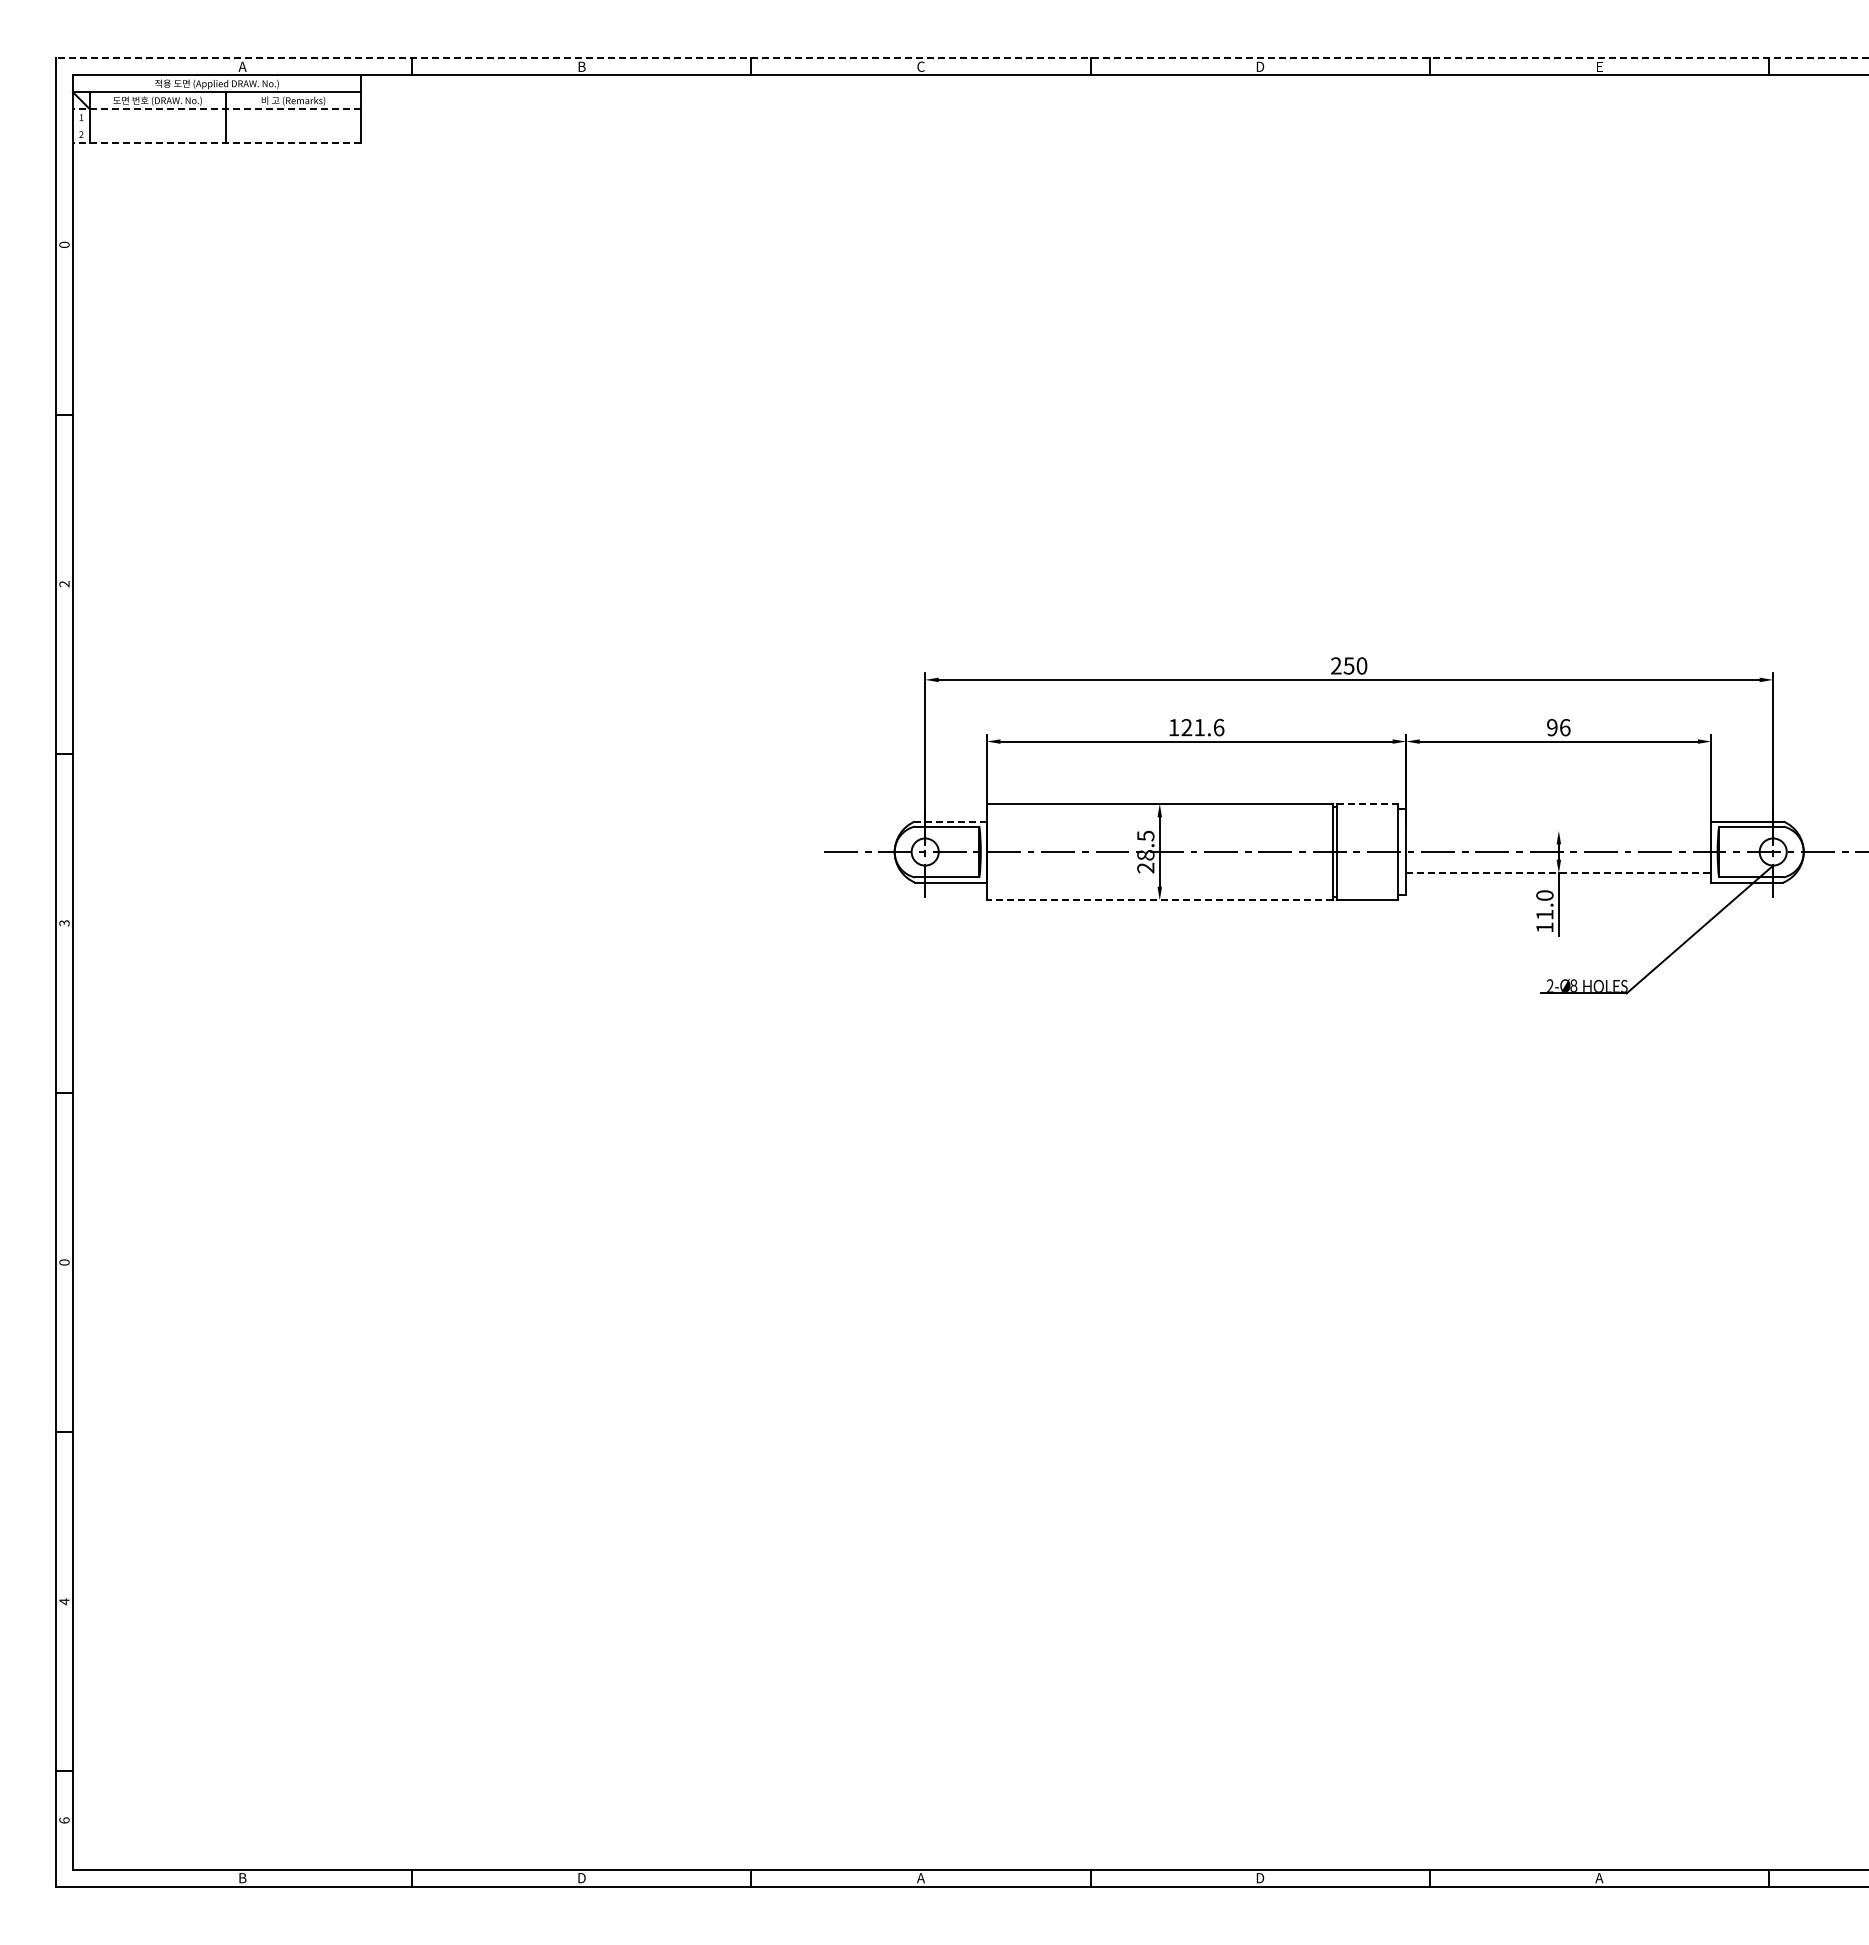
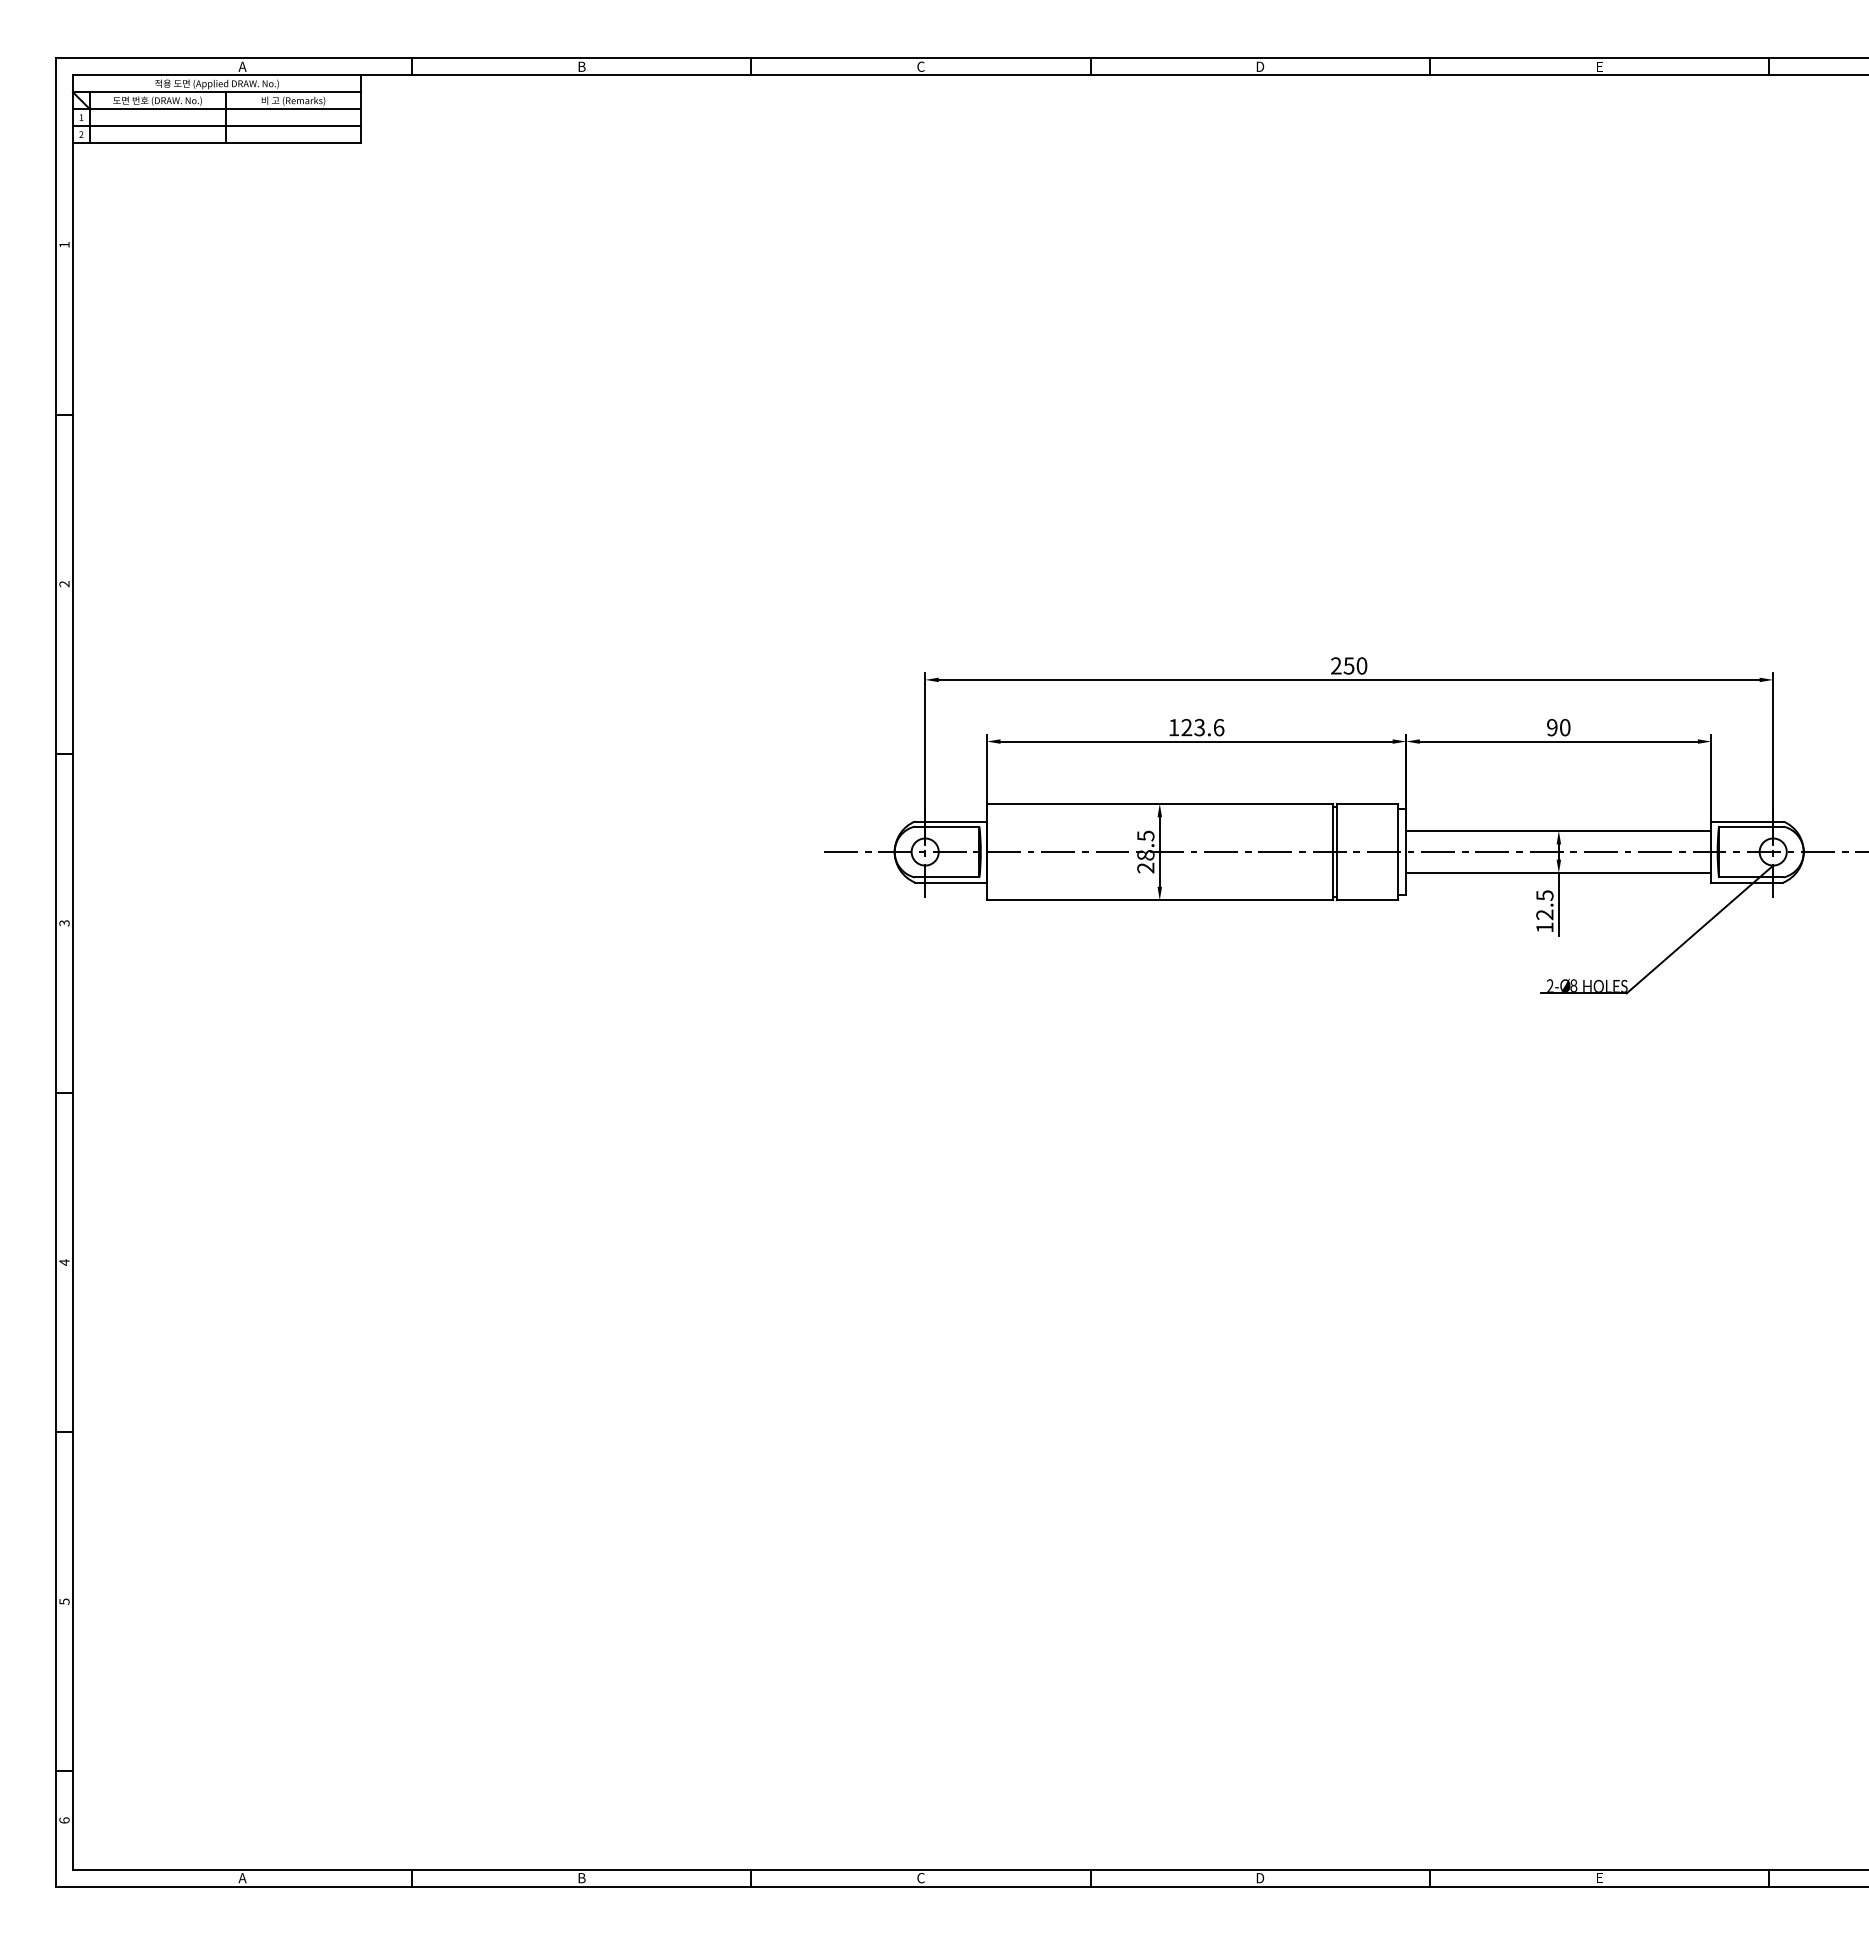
line at (961, 58): dashed -> solid
line at (216, 109): dashed -> solid
line at (217, 126): none -> present
line at (216, 143): dashed -> solid
text at (64, 244): 0 -> 1
text at (1199, 727): 121.6 -> 123.6
text at (1565, 727): 96 -> 90
line at (1368, 803): dashed -> solid
line at (950, 821): dashed -> solid
line at (1558, 830): none -> present
line at (1558, 873): dashed -> solid
line at (1159, 900): dashed -> solid
text at (1544, 905): 11.0 -> 12.5
text at (64, 1262): 0 -> 4
text at (64, 1601): 4 -> 5
text at (242, 1878): B -> A
text at (581, 1878): D -> B
text at (920, 1878): A -> C
text at (1599, 1878): A -> E
